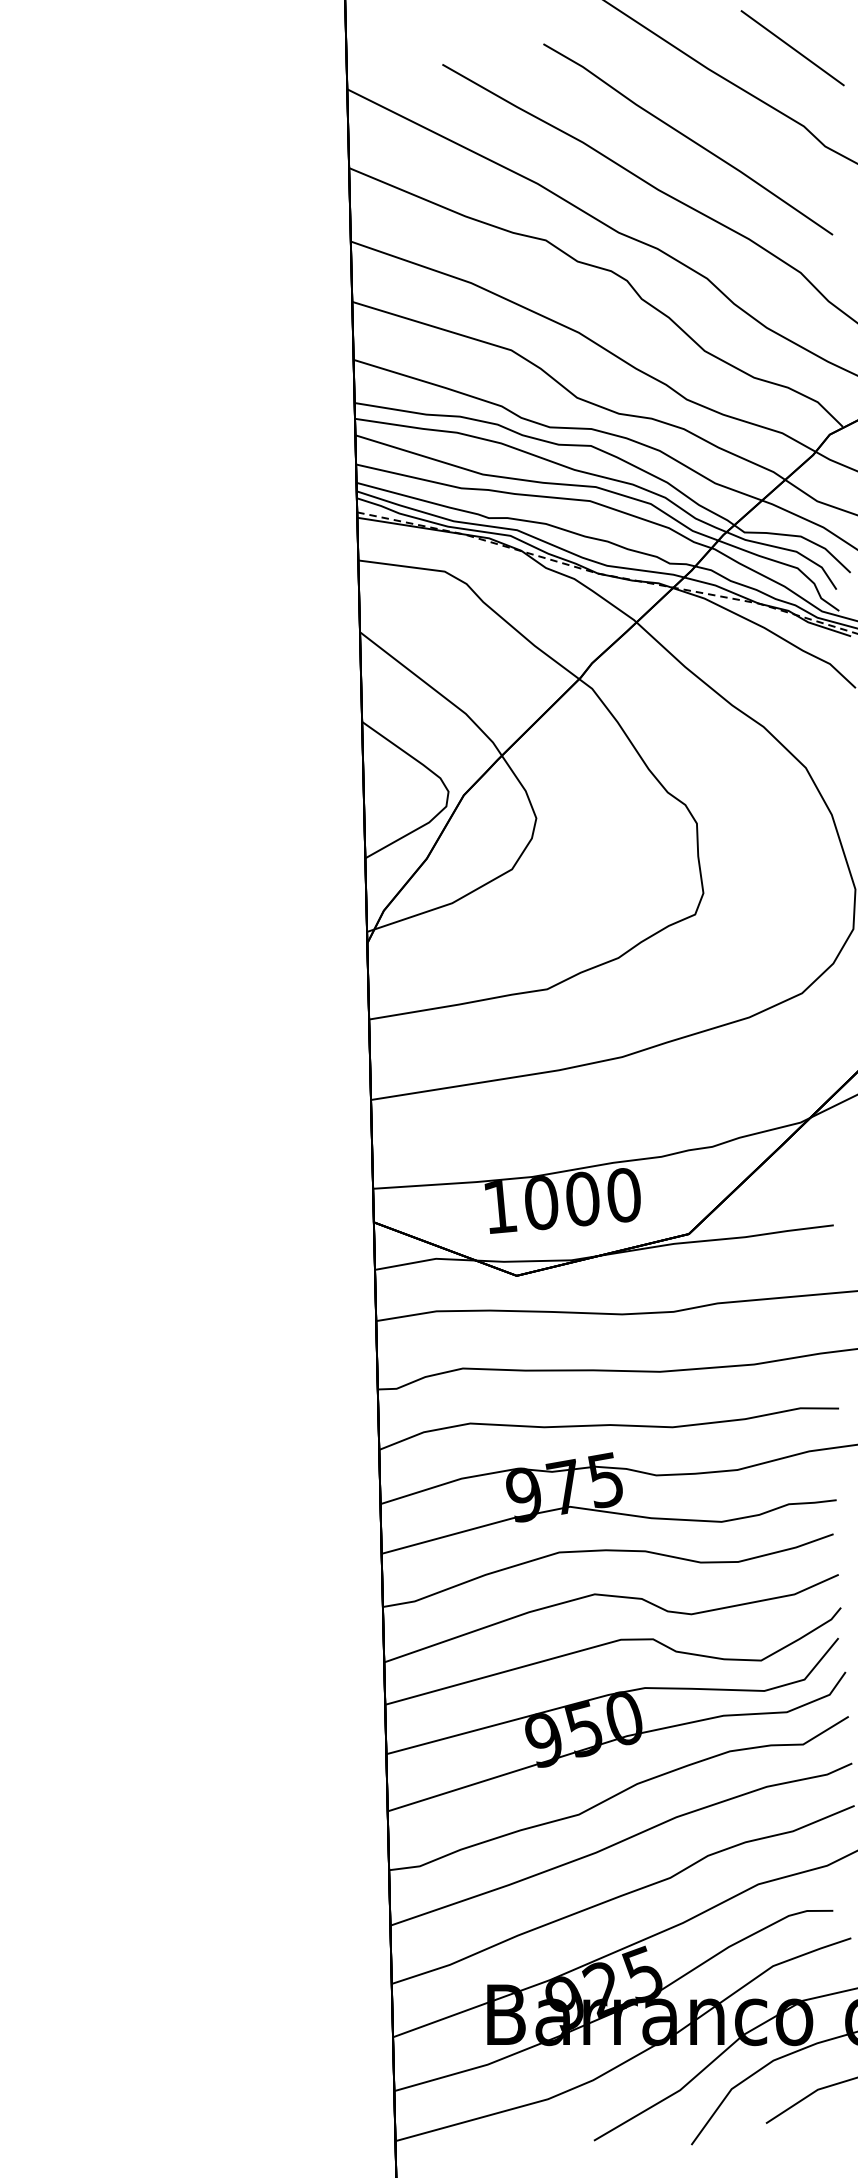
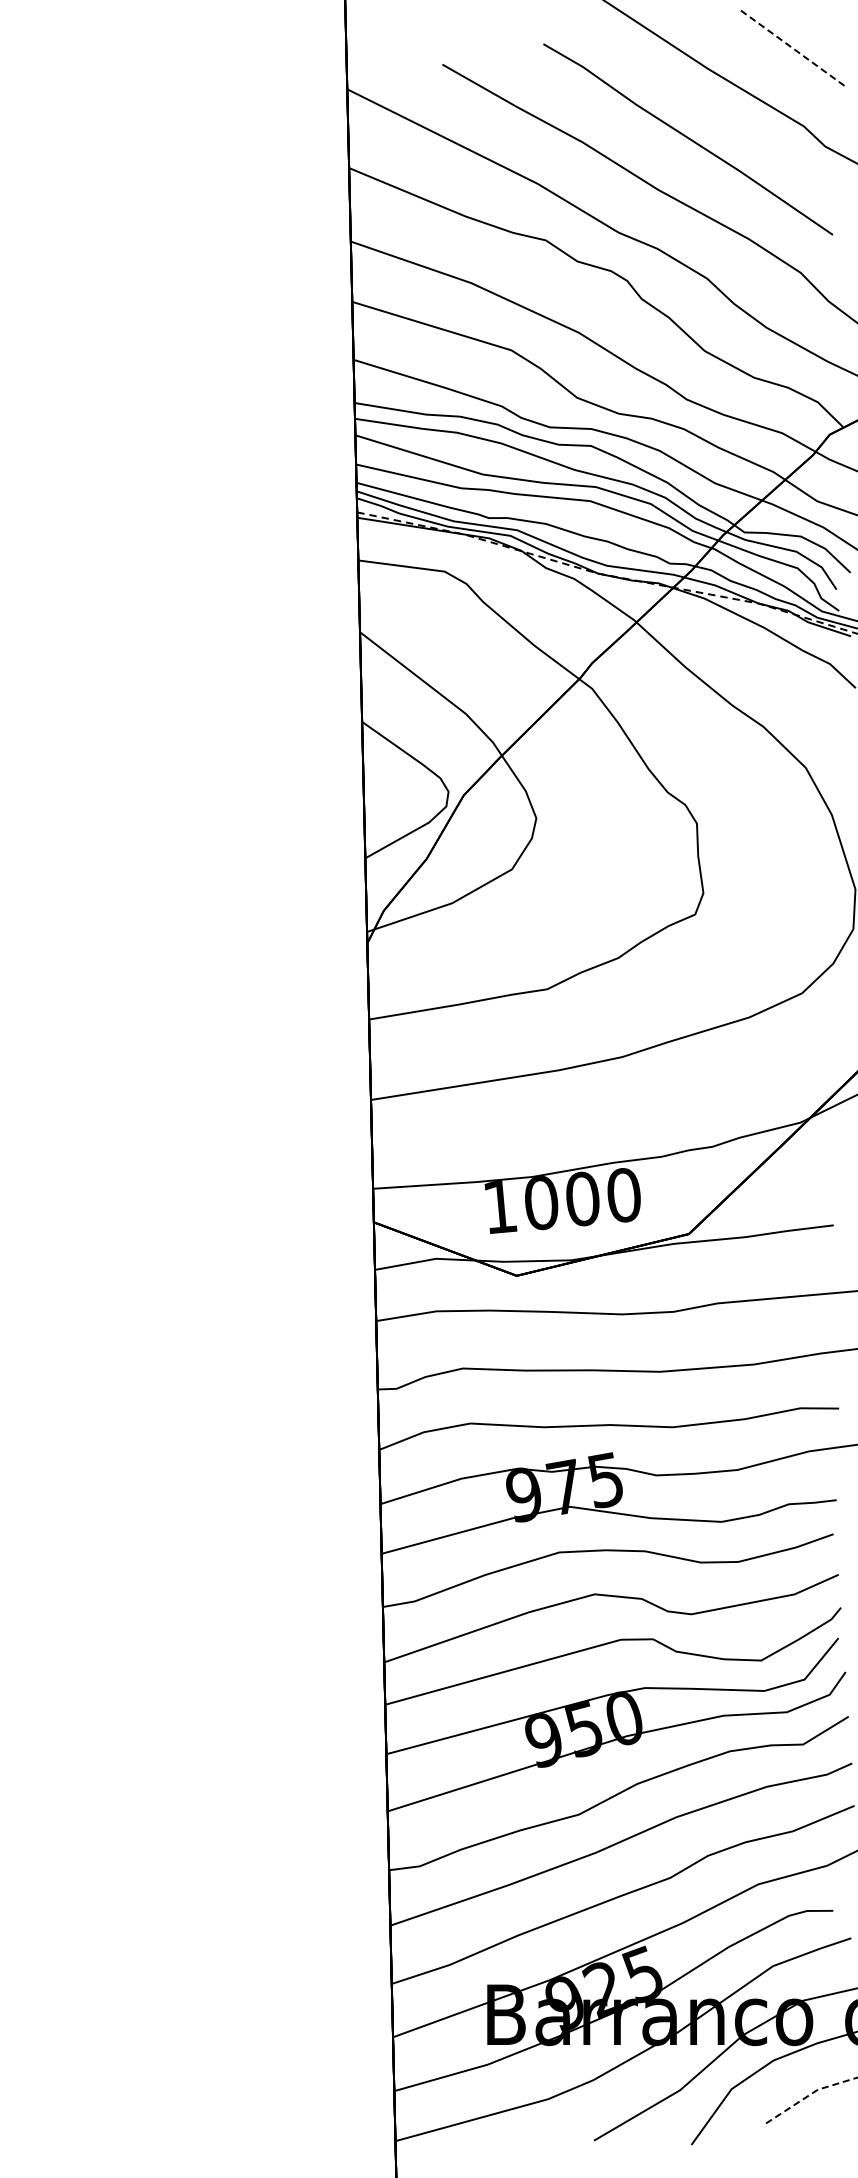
line at (792, 48): solid -> dashed
line at (810, 2094): solid -> dashed
